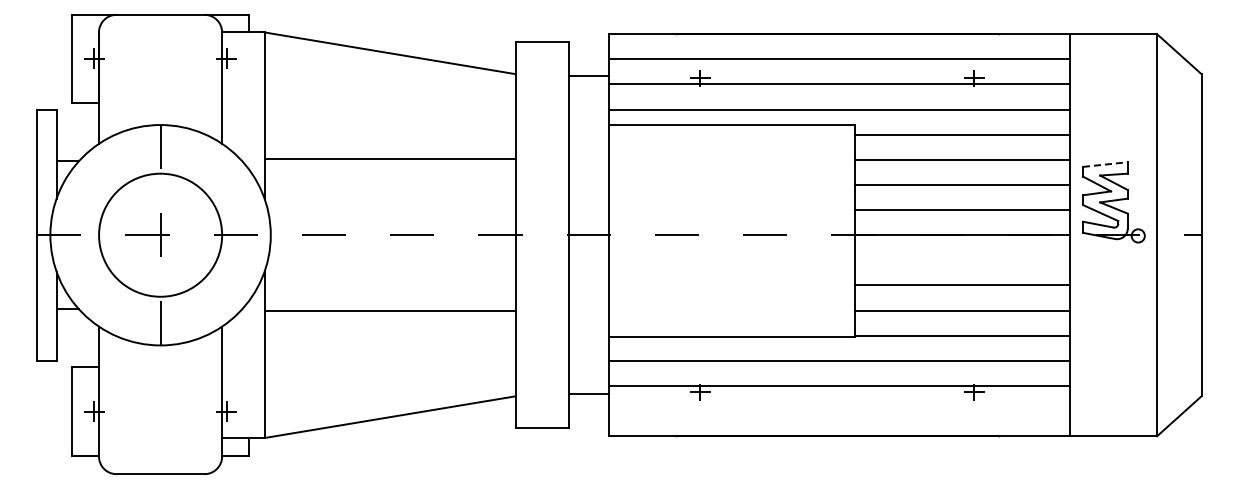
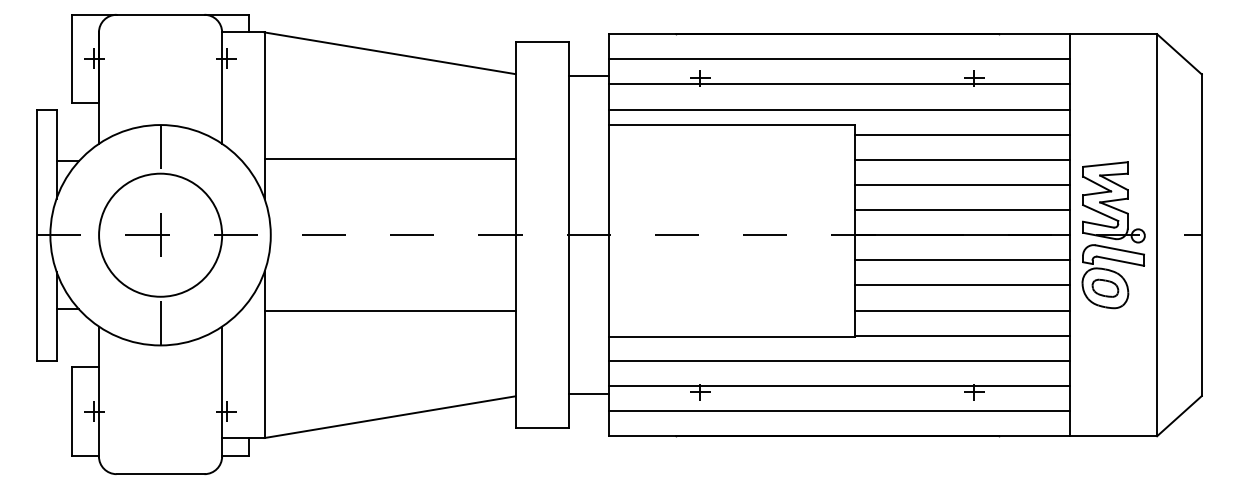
line at (1105, 164): dashed -> solid
line at (962, 260): none -> present
part at (1113, 276): none -> present
line at (839, 411): none -> present
